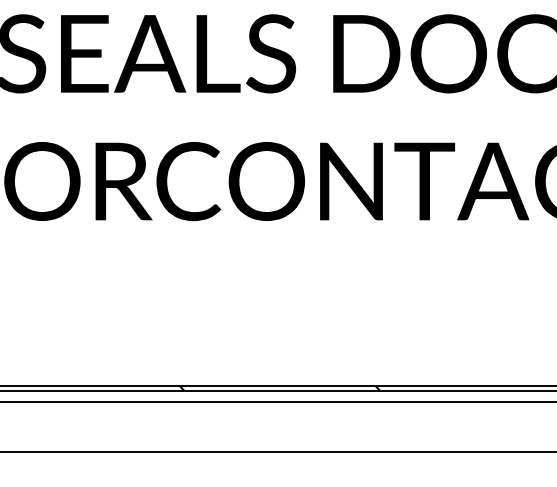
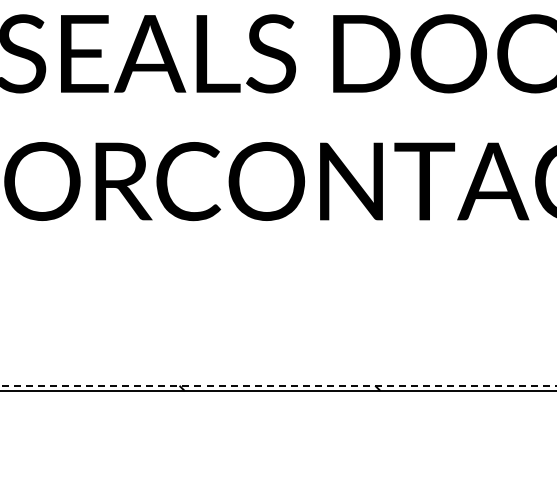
line at (277, 385): solid -> dashed
line at (277, 402): present -> none
line at (277, 452): present -> none
